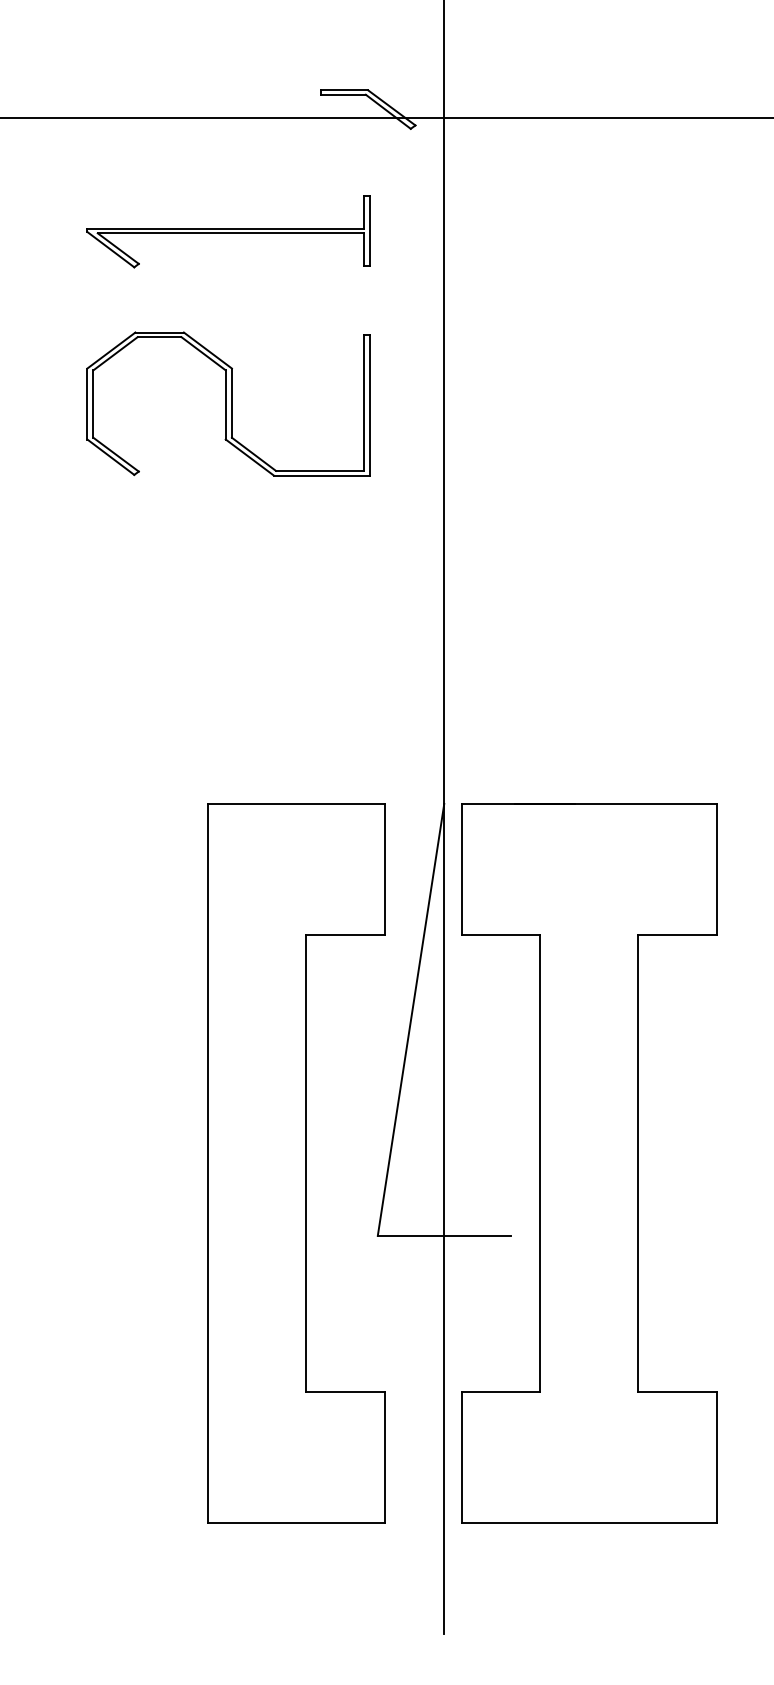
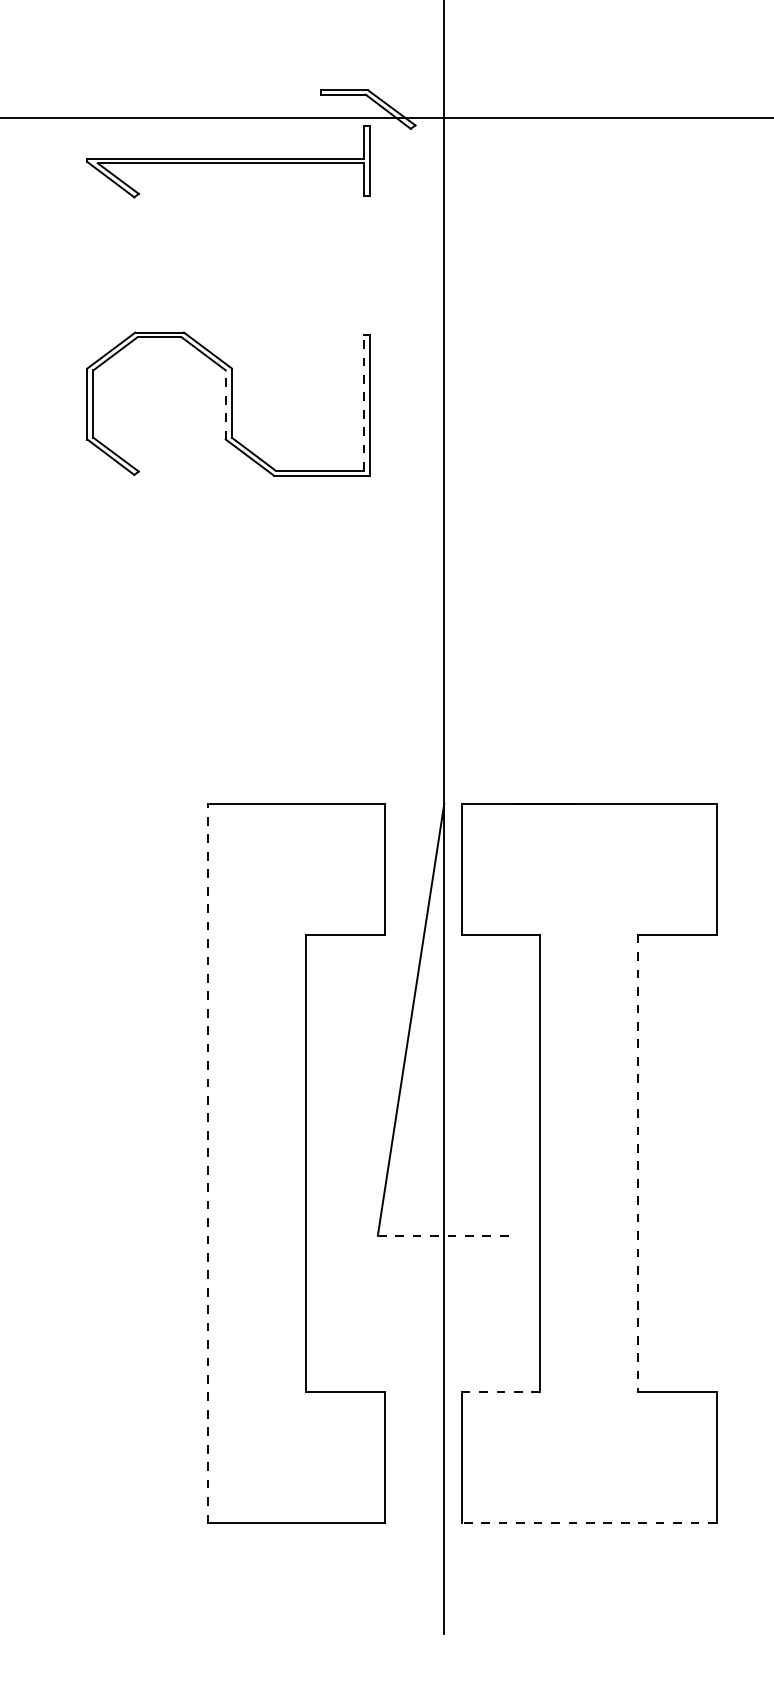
part at (228, 231) position: (228, 231) -> (228, 161)
line at (364, 402): solid -> dashed
line at (225, 404): solid -> dashed
line at (207, 1163): solid -> dashed
line at (638, 1163): solid -> dashed
line at (444, 1235): solid -> dashed
line at (501, 1392): solid -> dashed
line at (589, 1523): solid -> dashed
